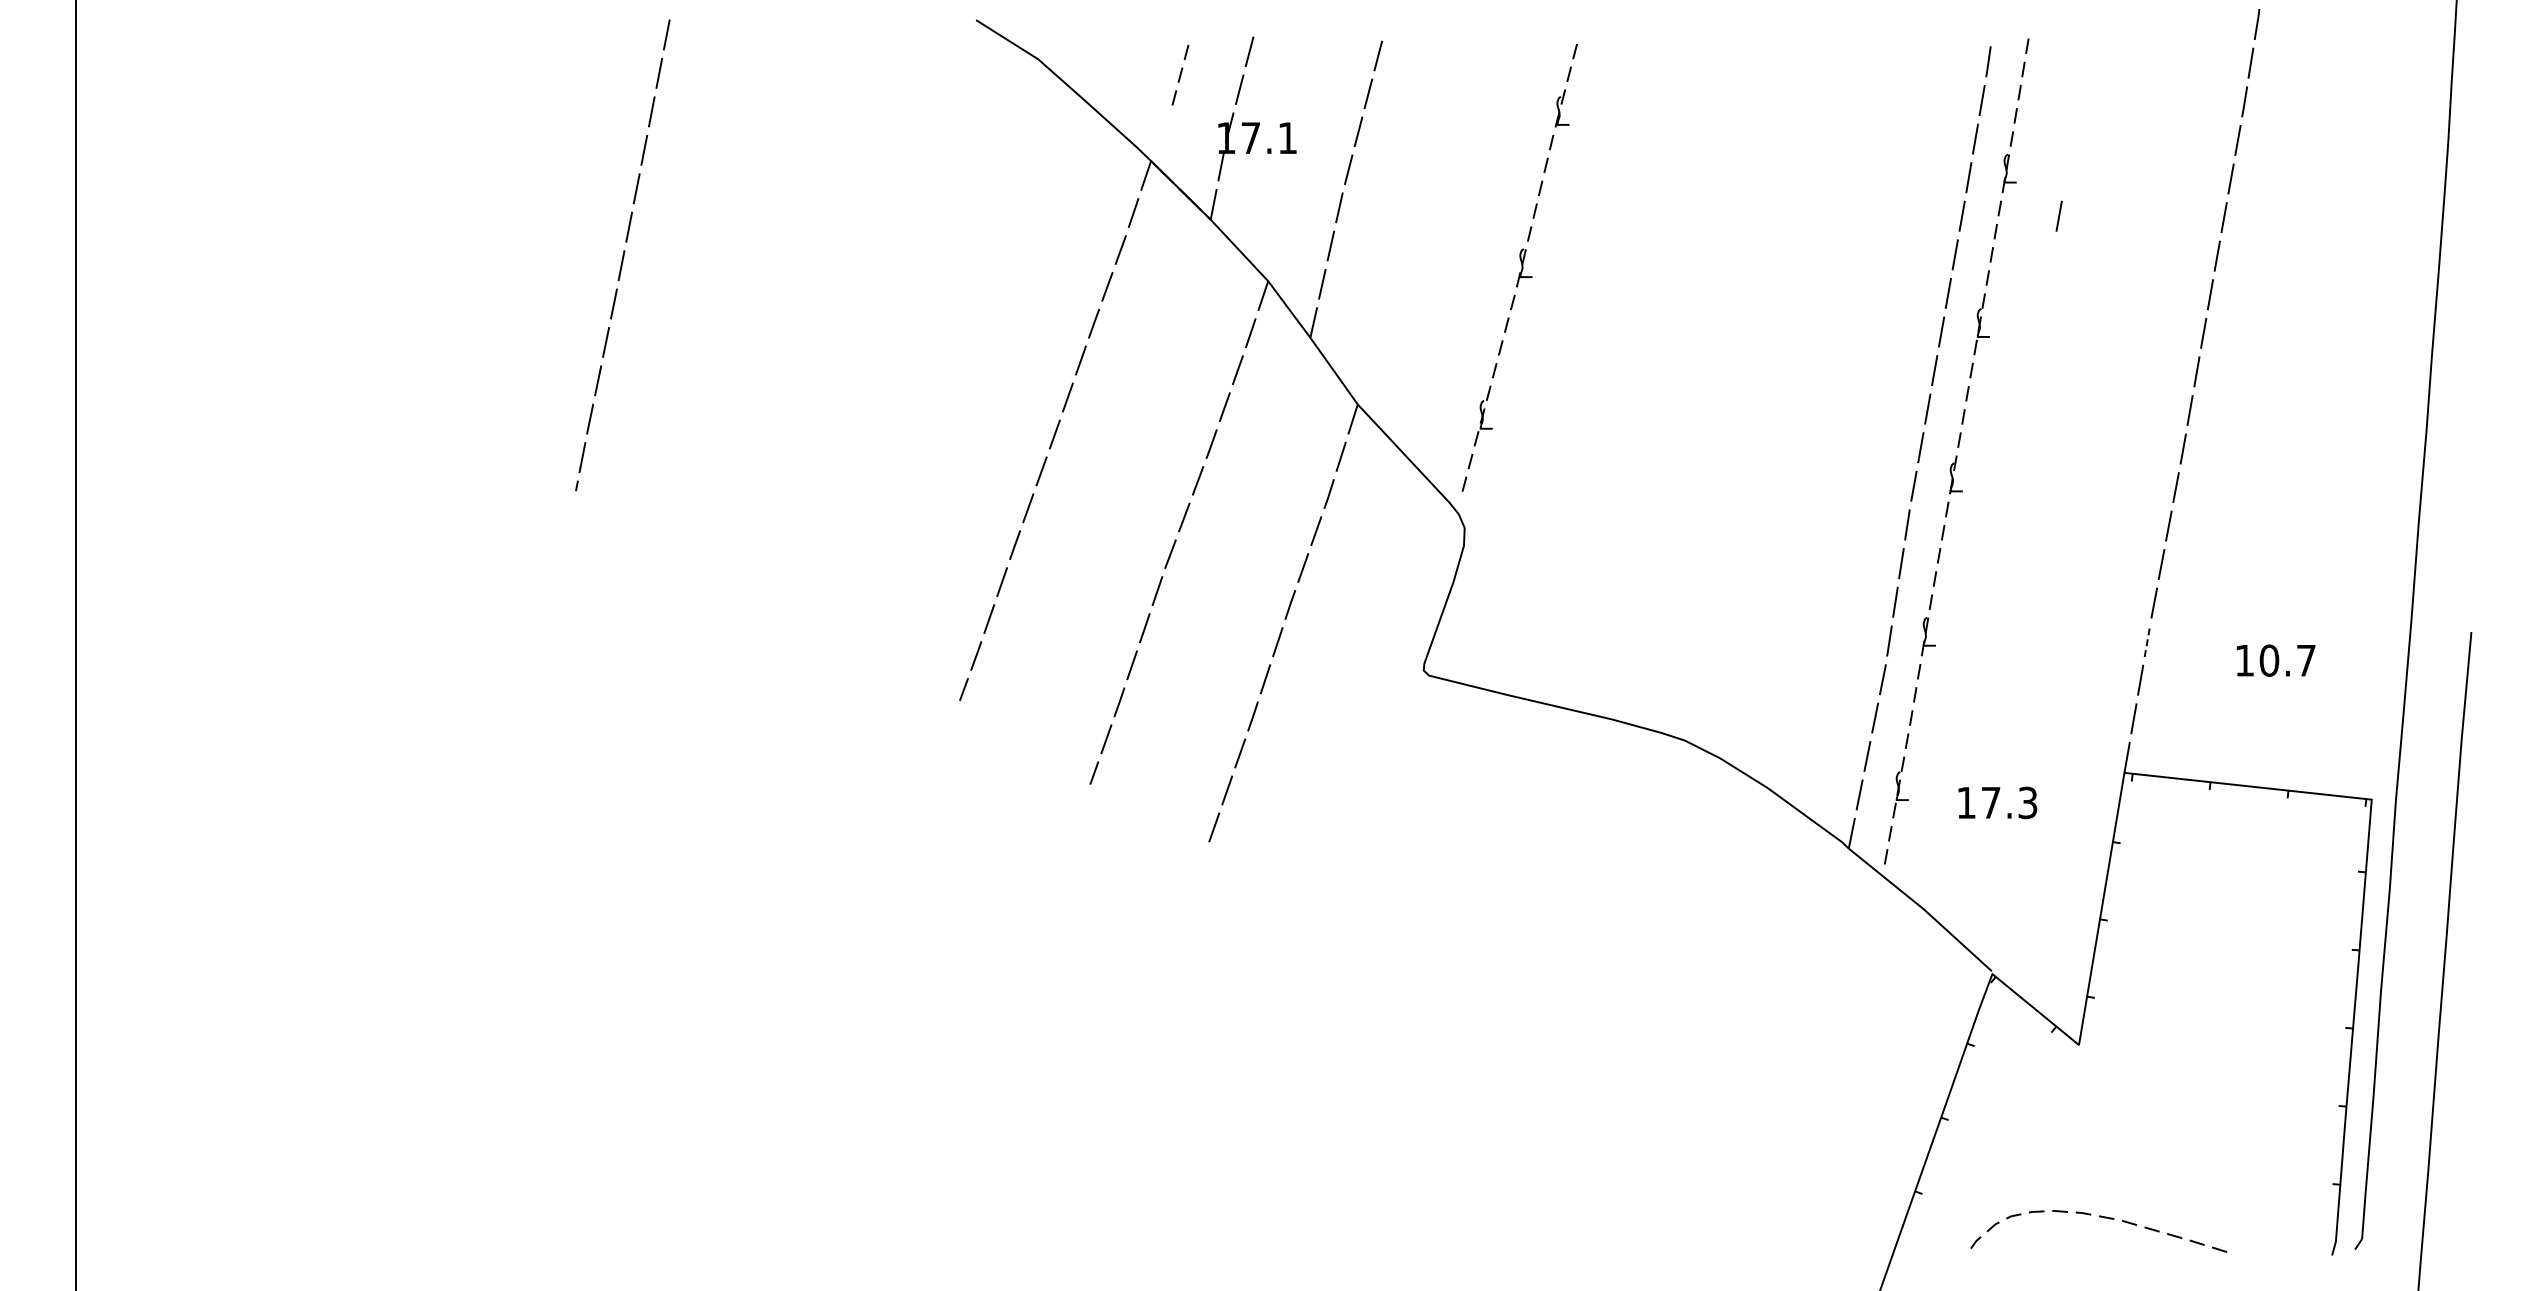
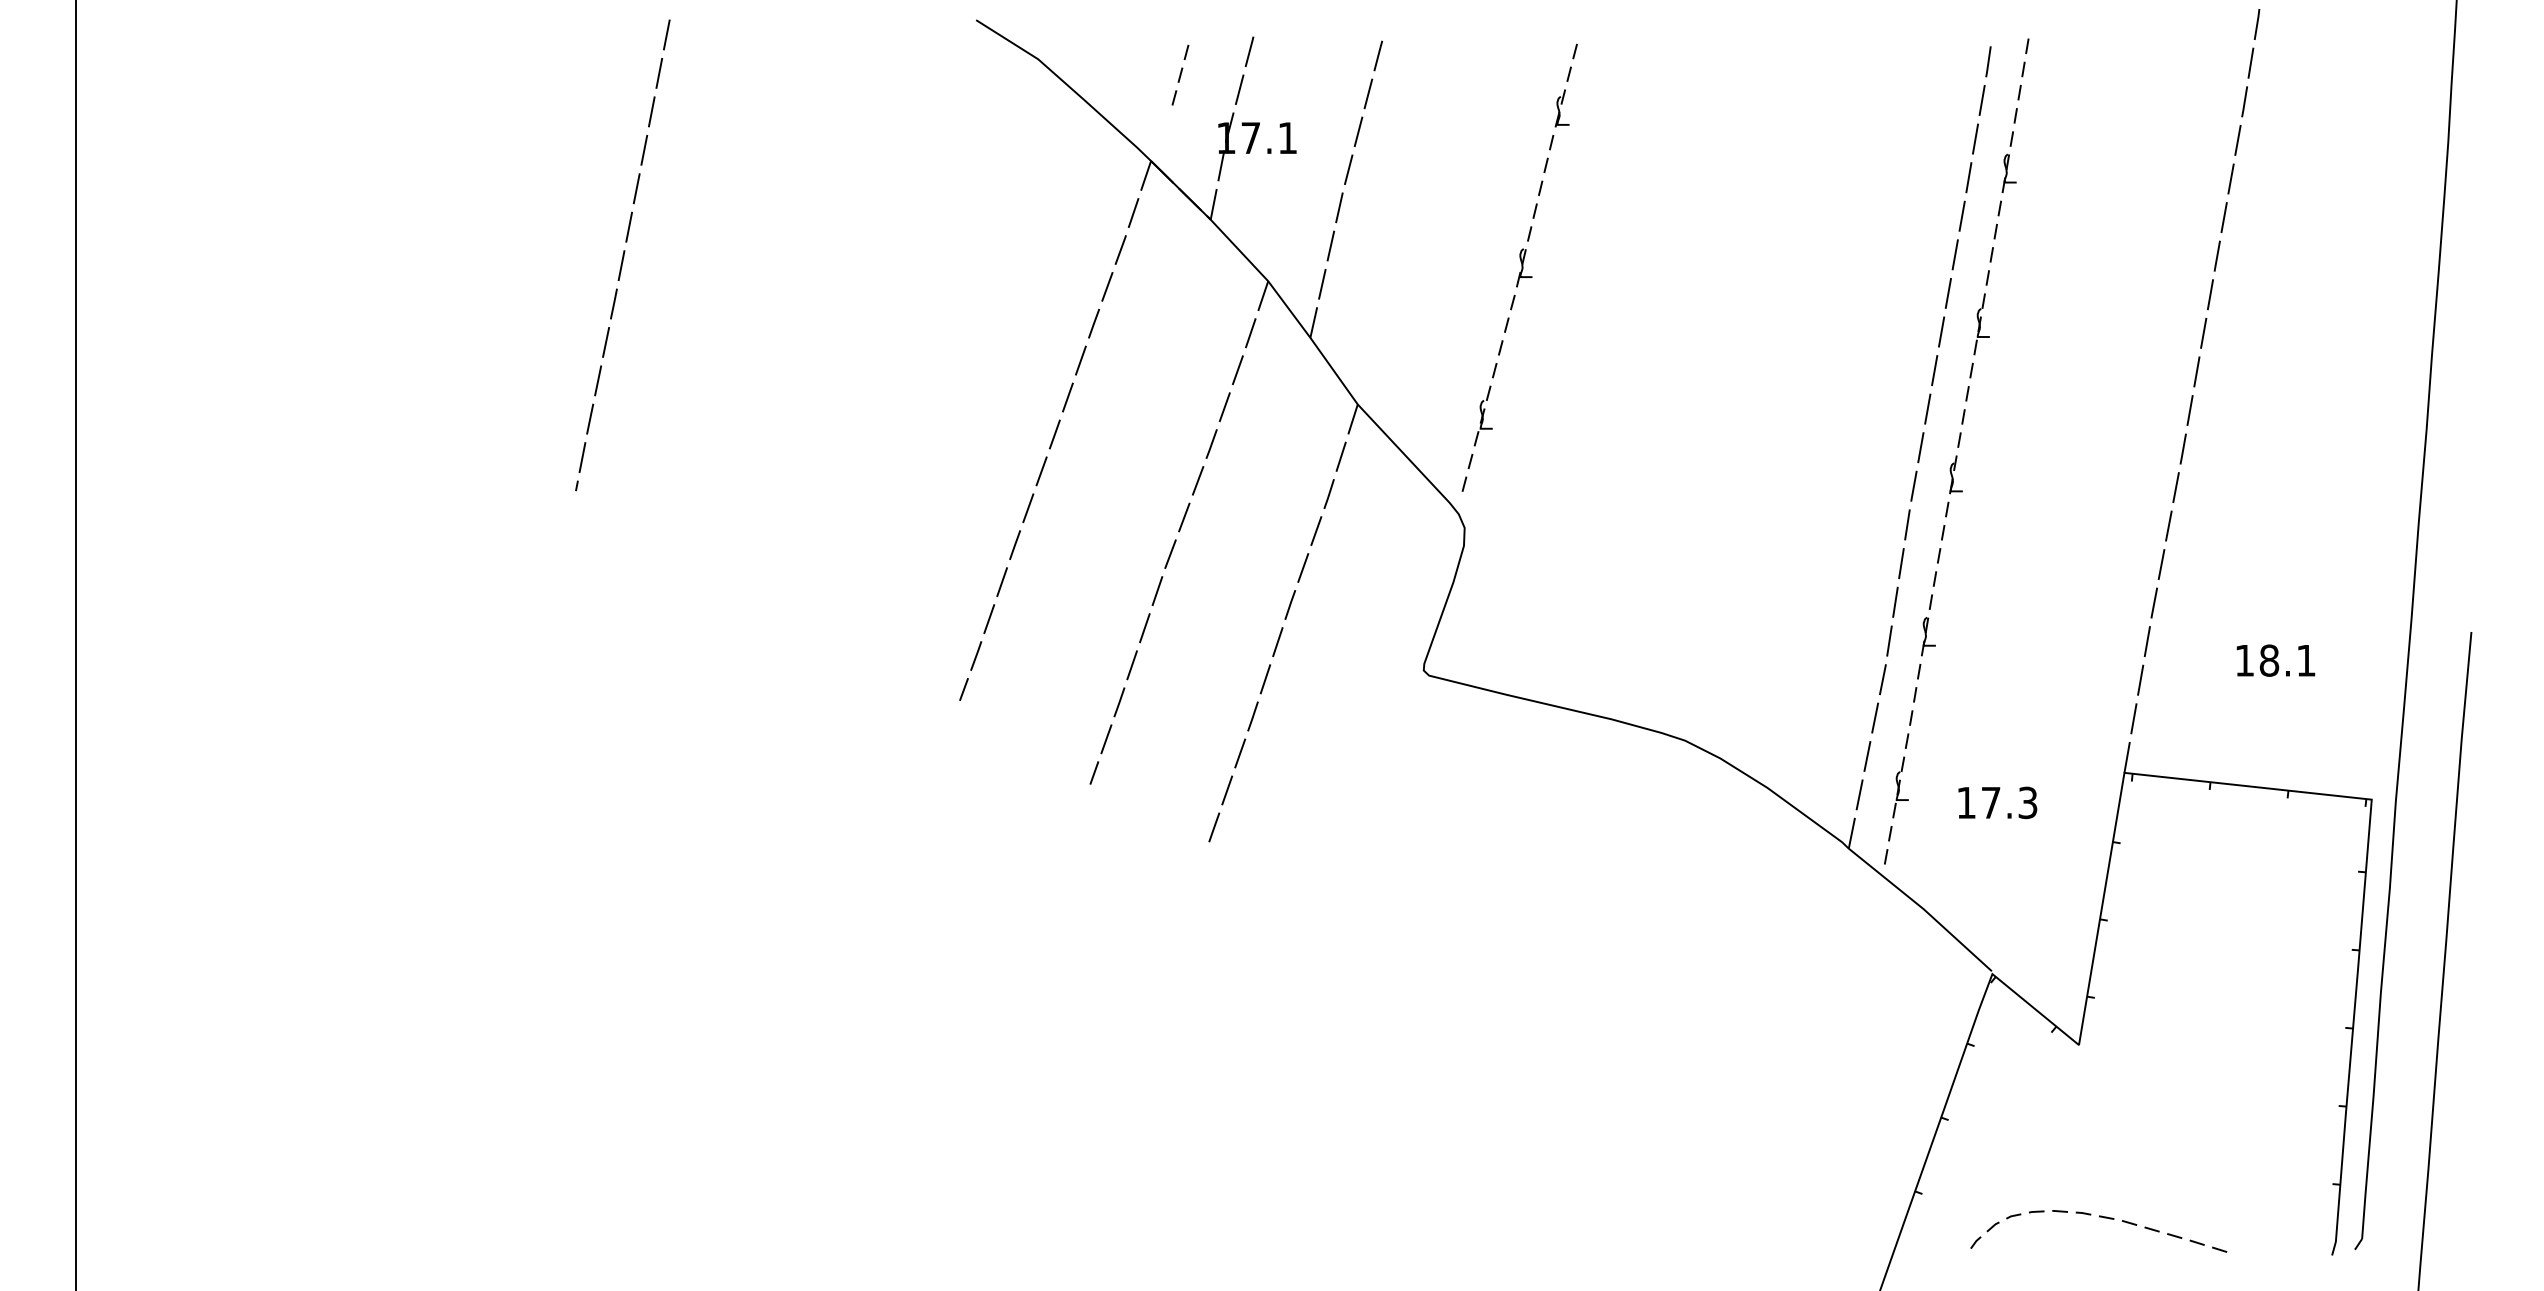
line at (2058, 215): present -> none
line at (2147, 641): dashed -> solid
text at (2287, 660): 10.7 -> 18.1
